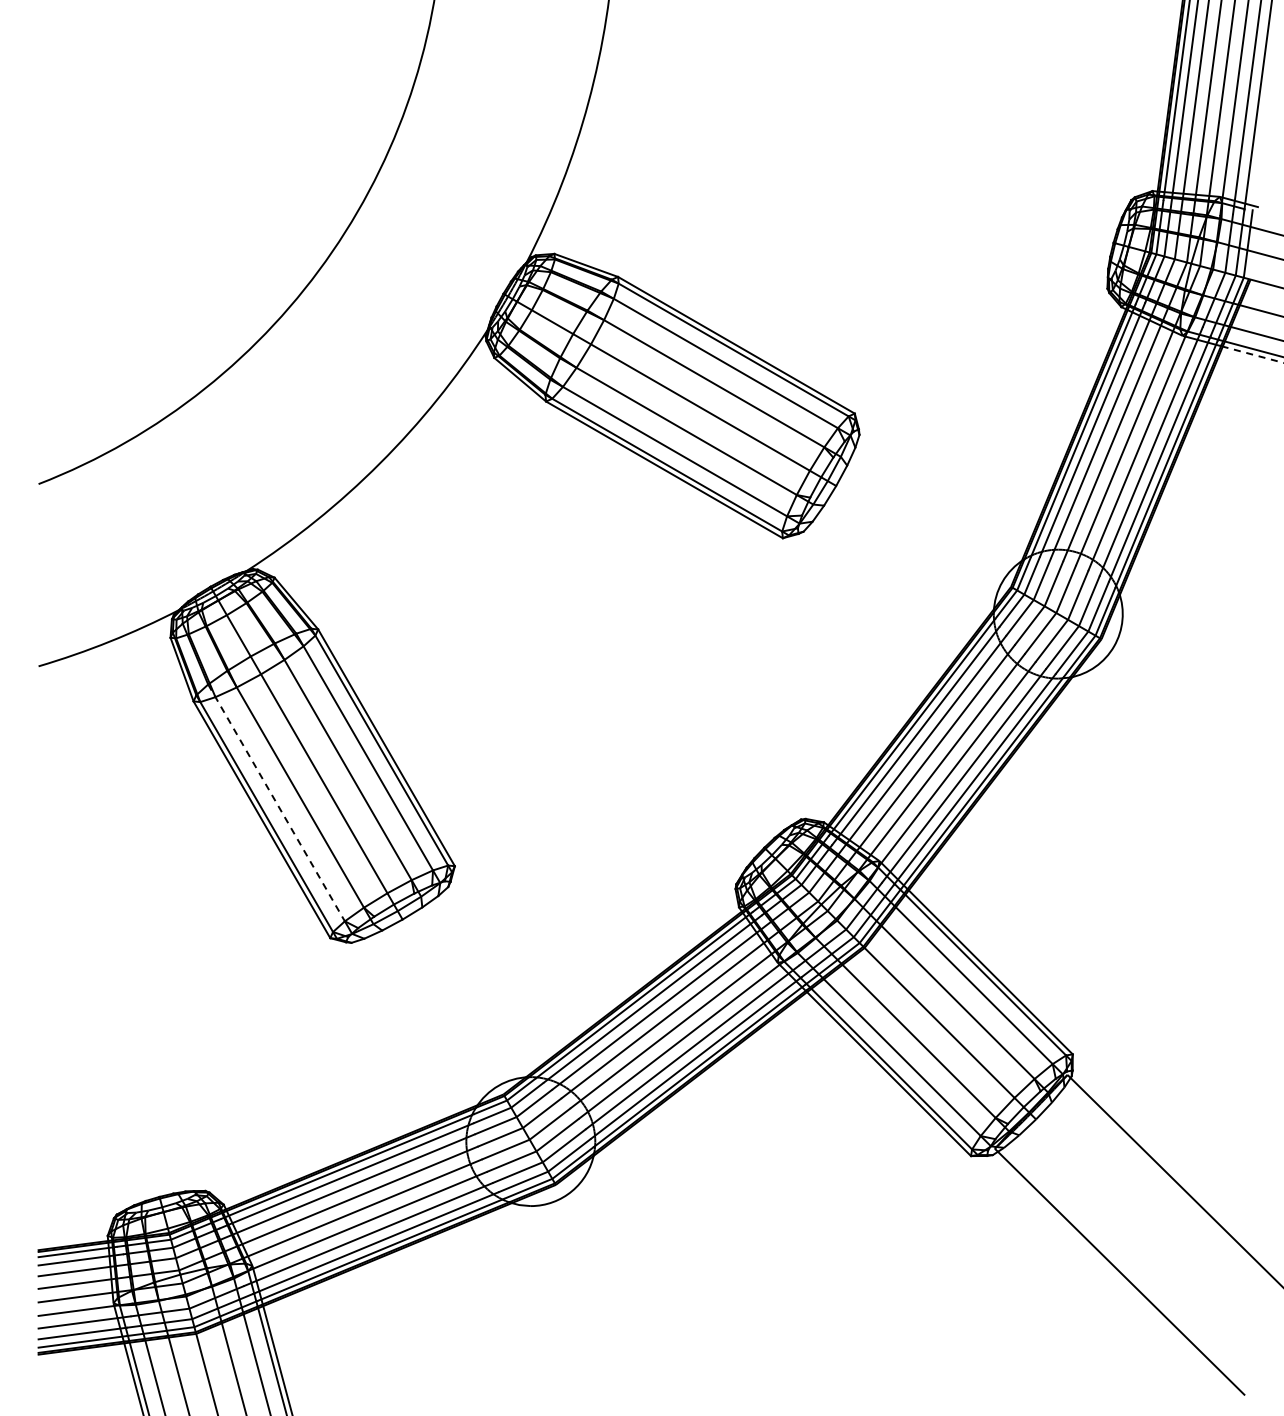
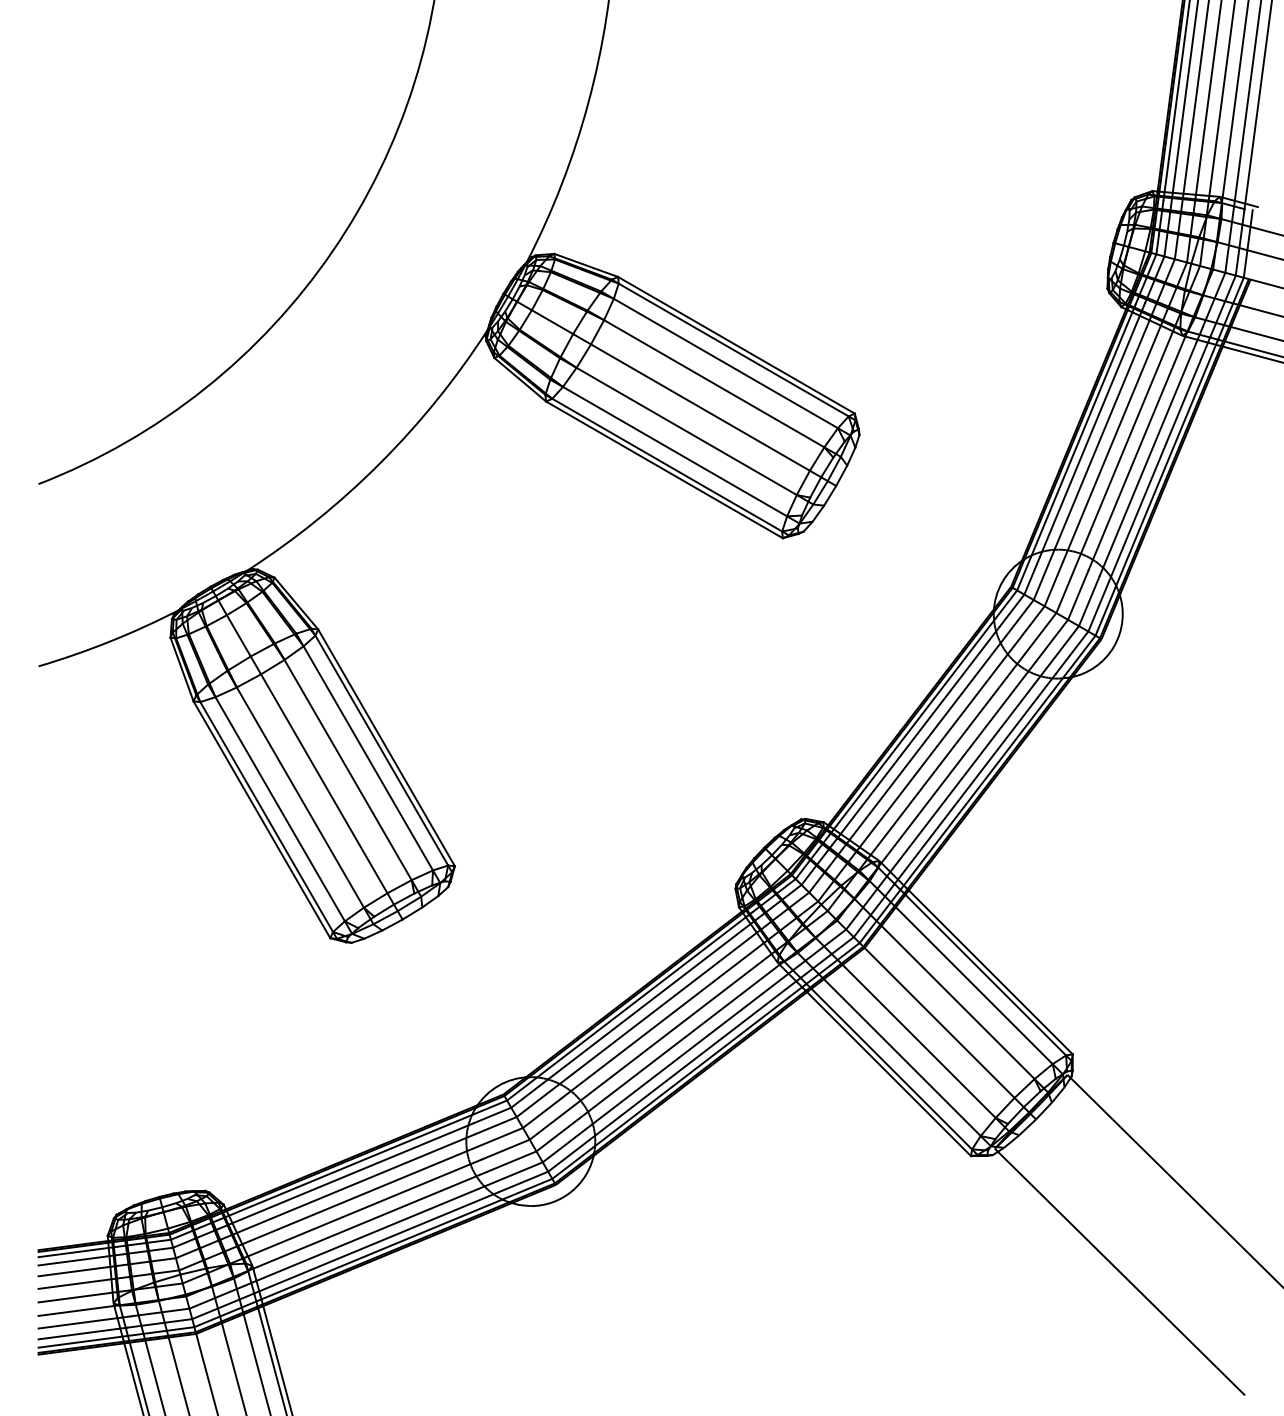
line at (1252, 354): dashed -> solid
line at (276, 802): dashed -> solid
